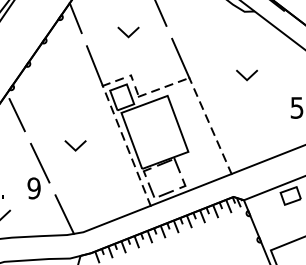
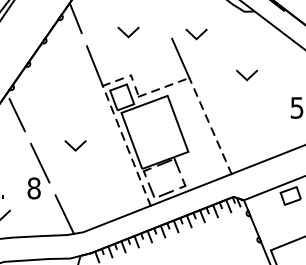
line at (161, 13): present -> none
line at (194, 35): none -> present
text at (33, 188): 9 -> 8
